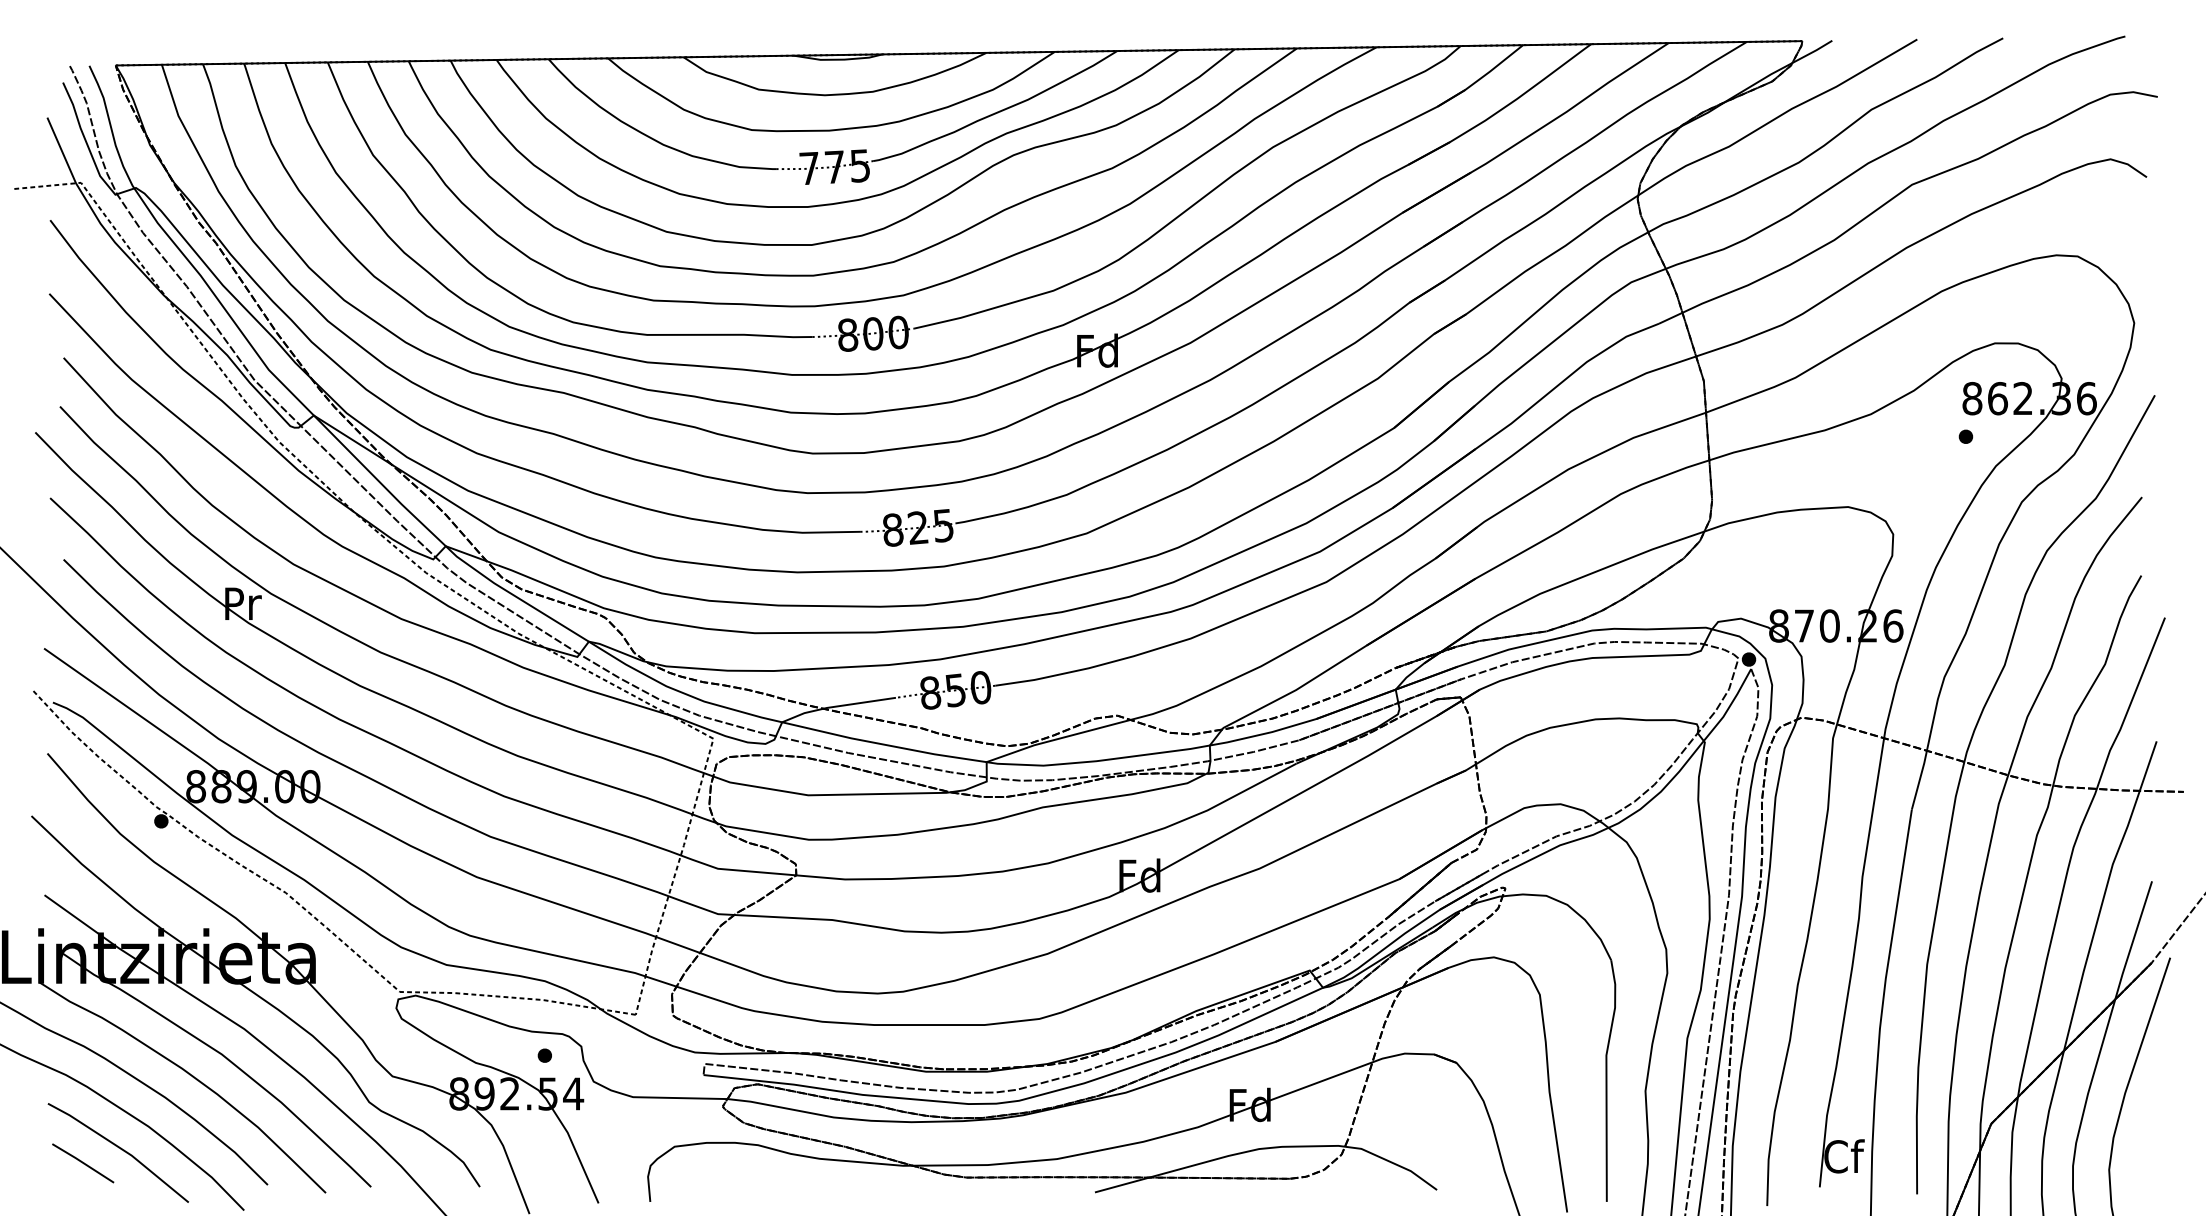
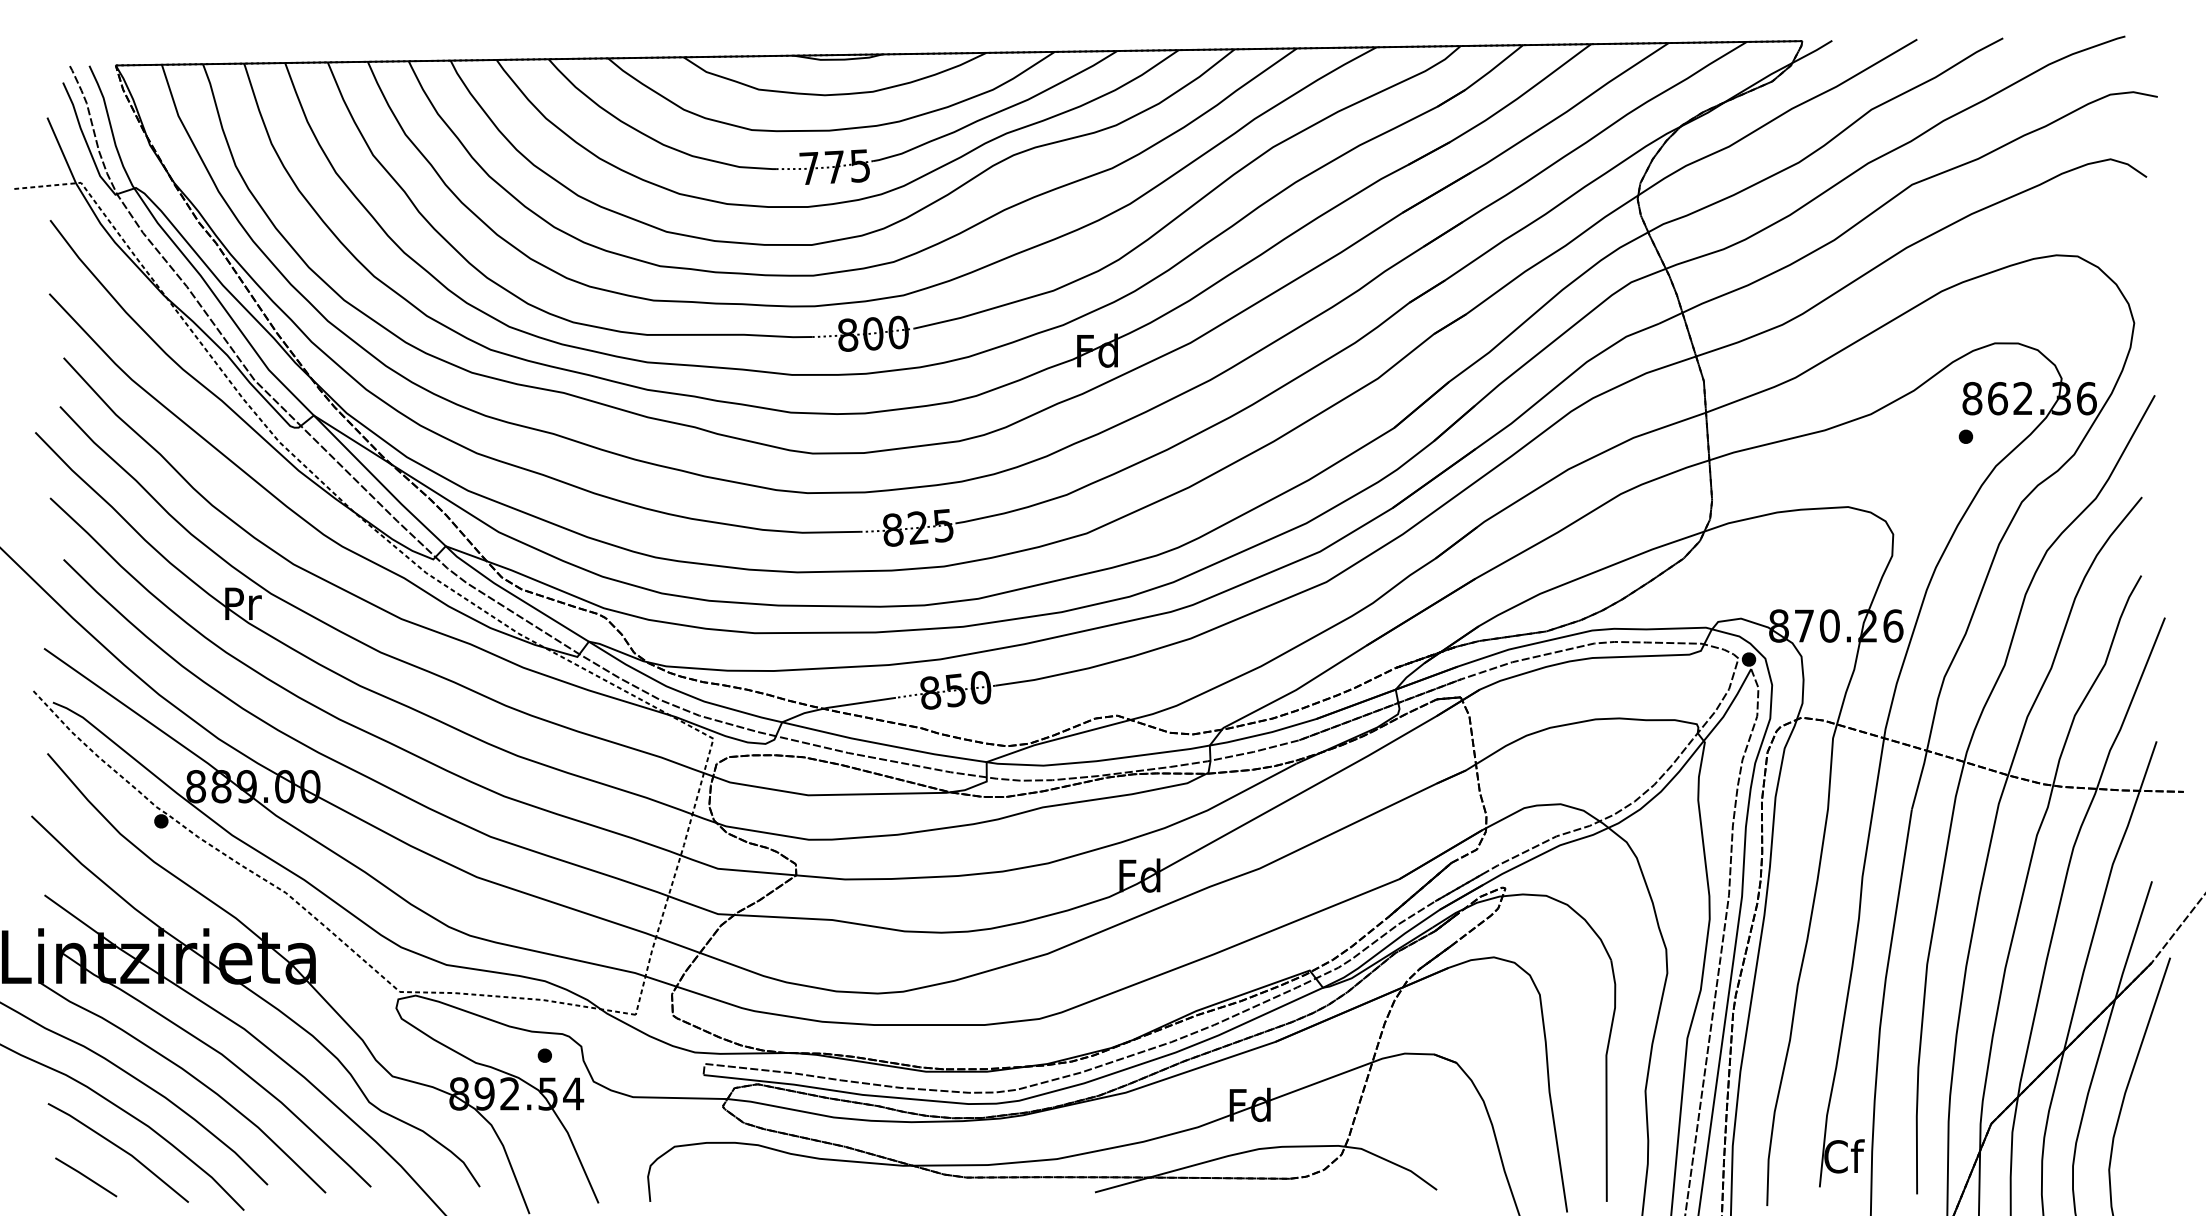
line at (83, 1163) position: (83, 1163) -> (86, 1177)
